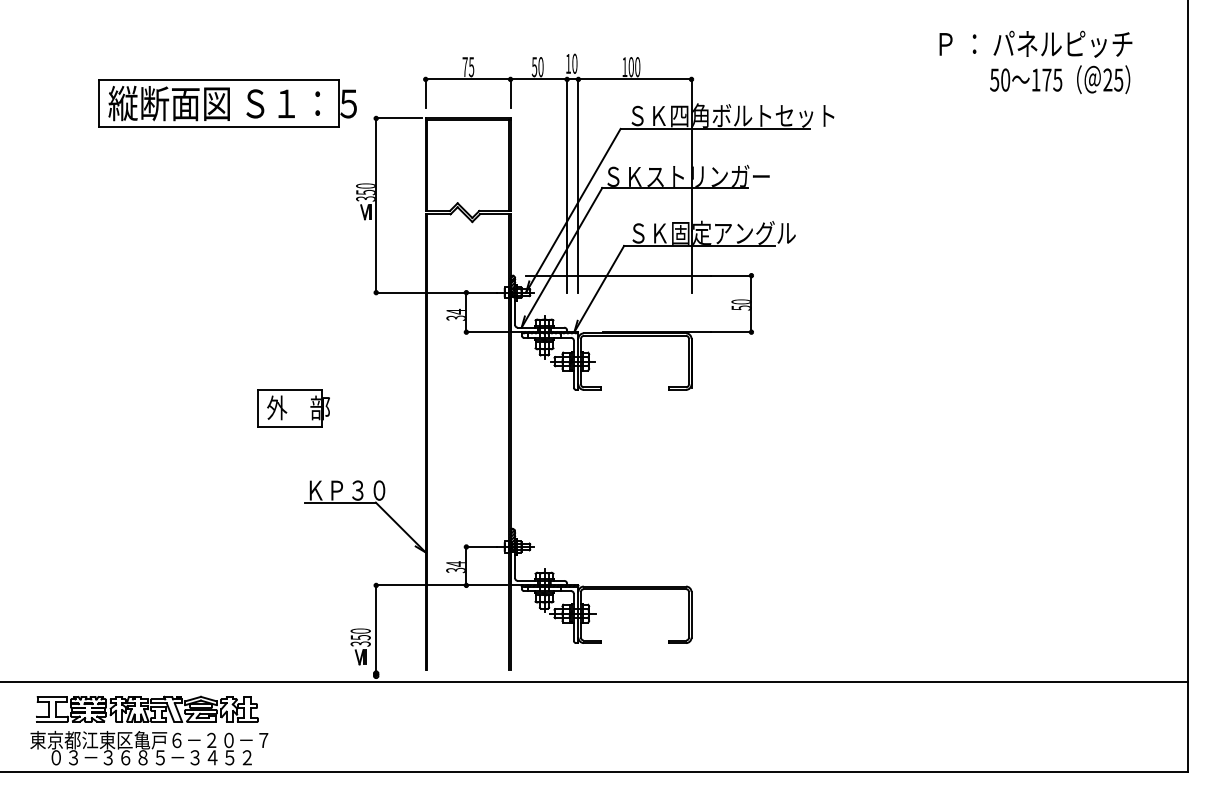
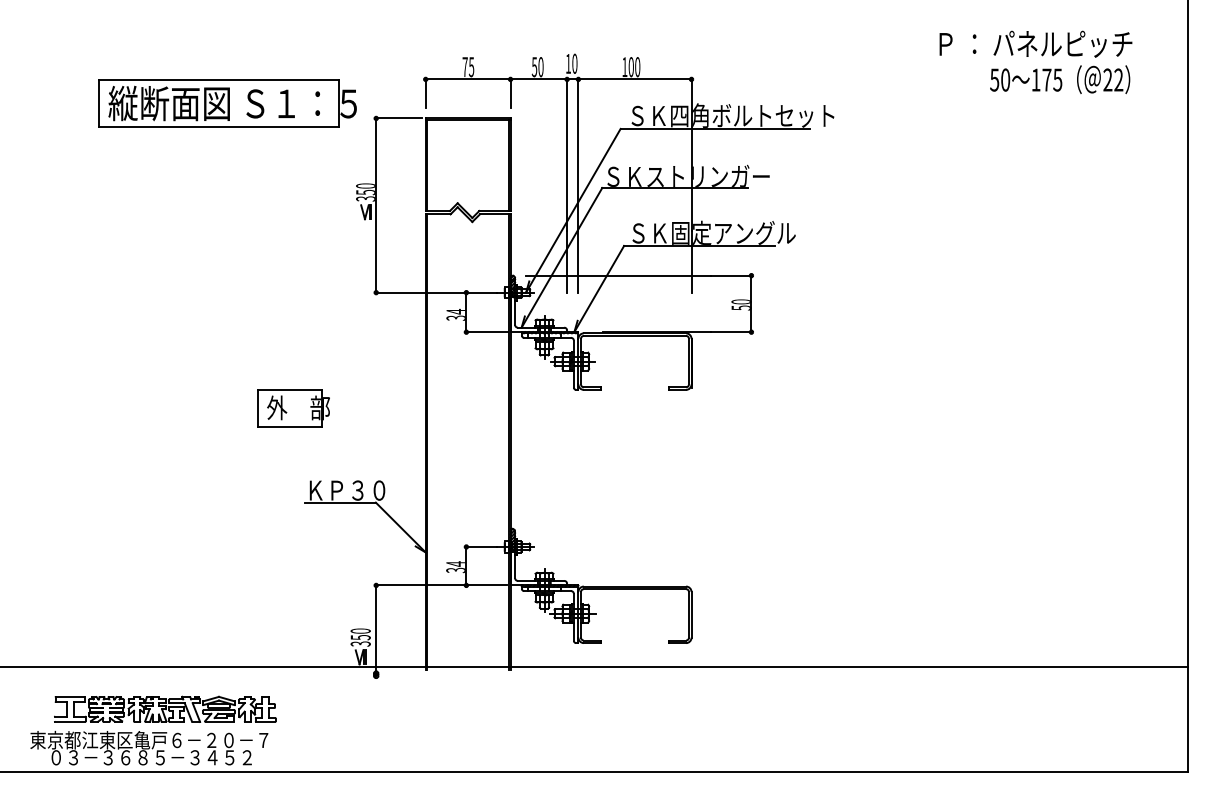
text at (1118, 79): 25 -> 22
line at (595, 681) position: (595, 681) -> (595, 666)
part at (147, 708) position: (147, 708) -> (165, 708)
